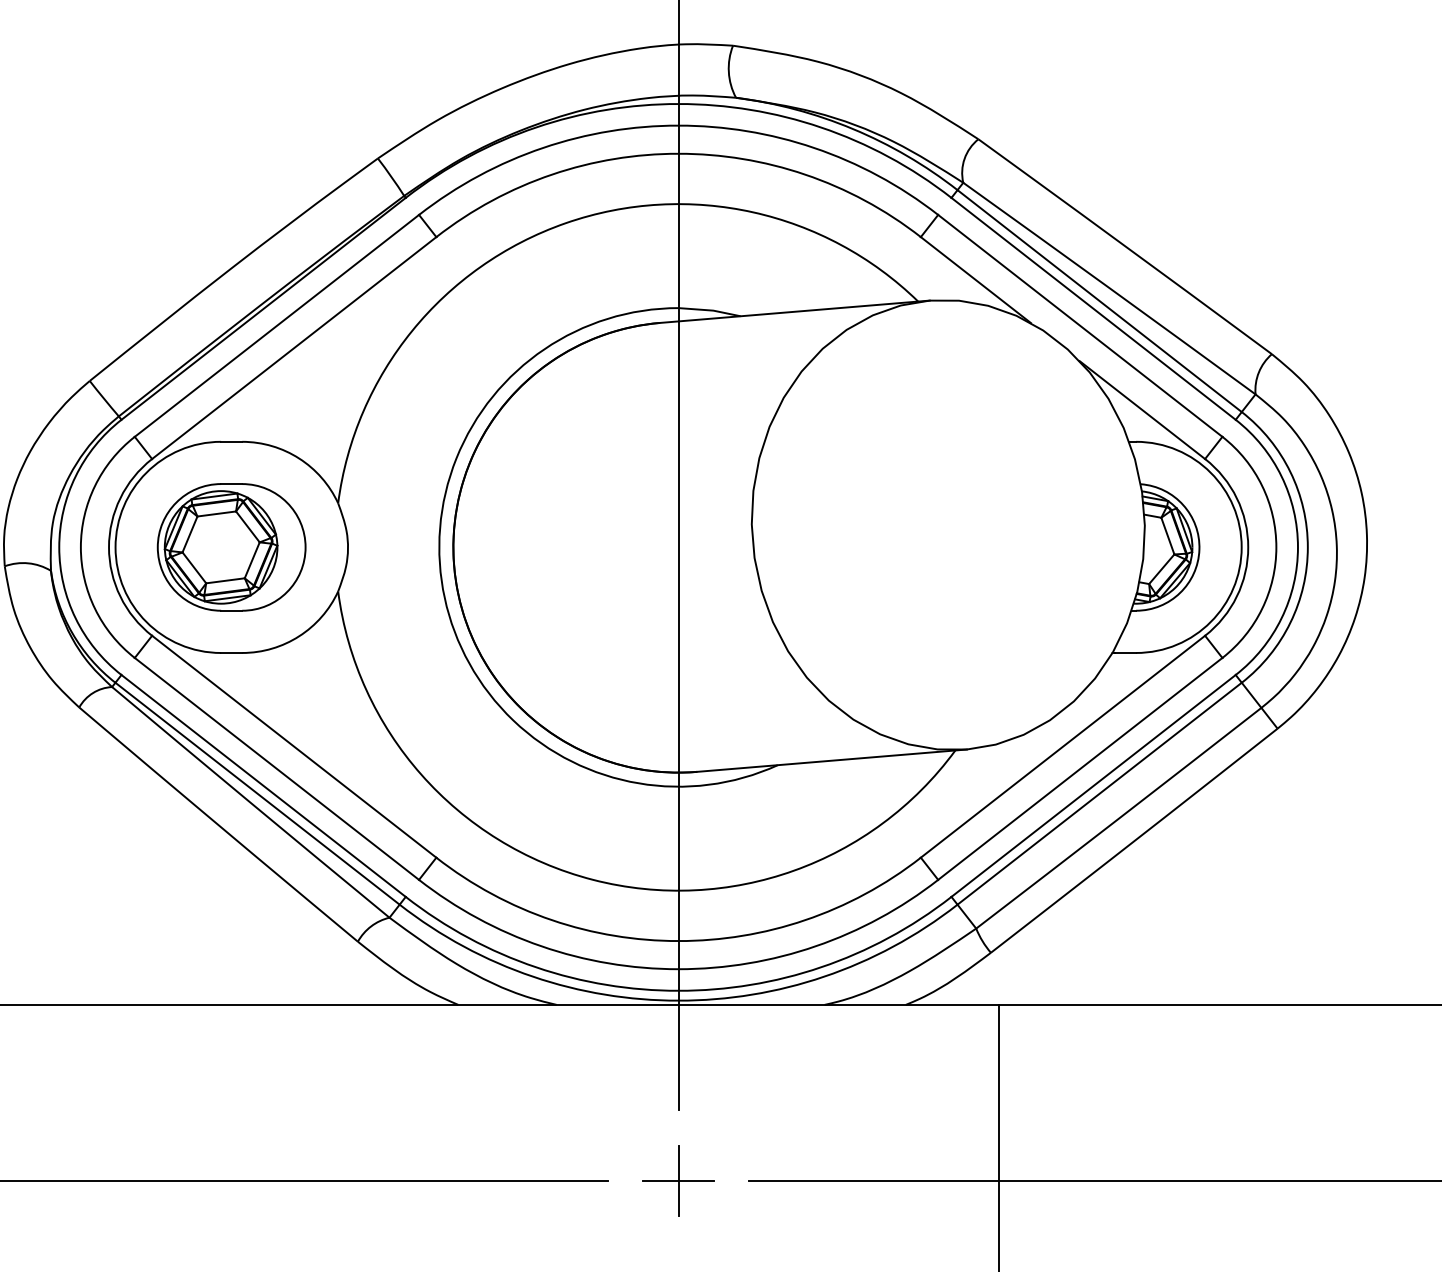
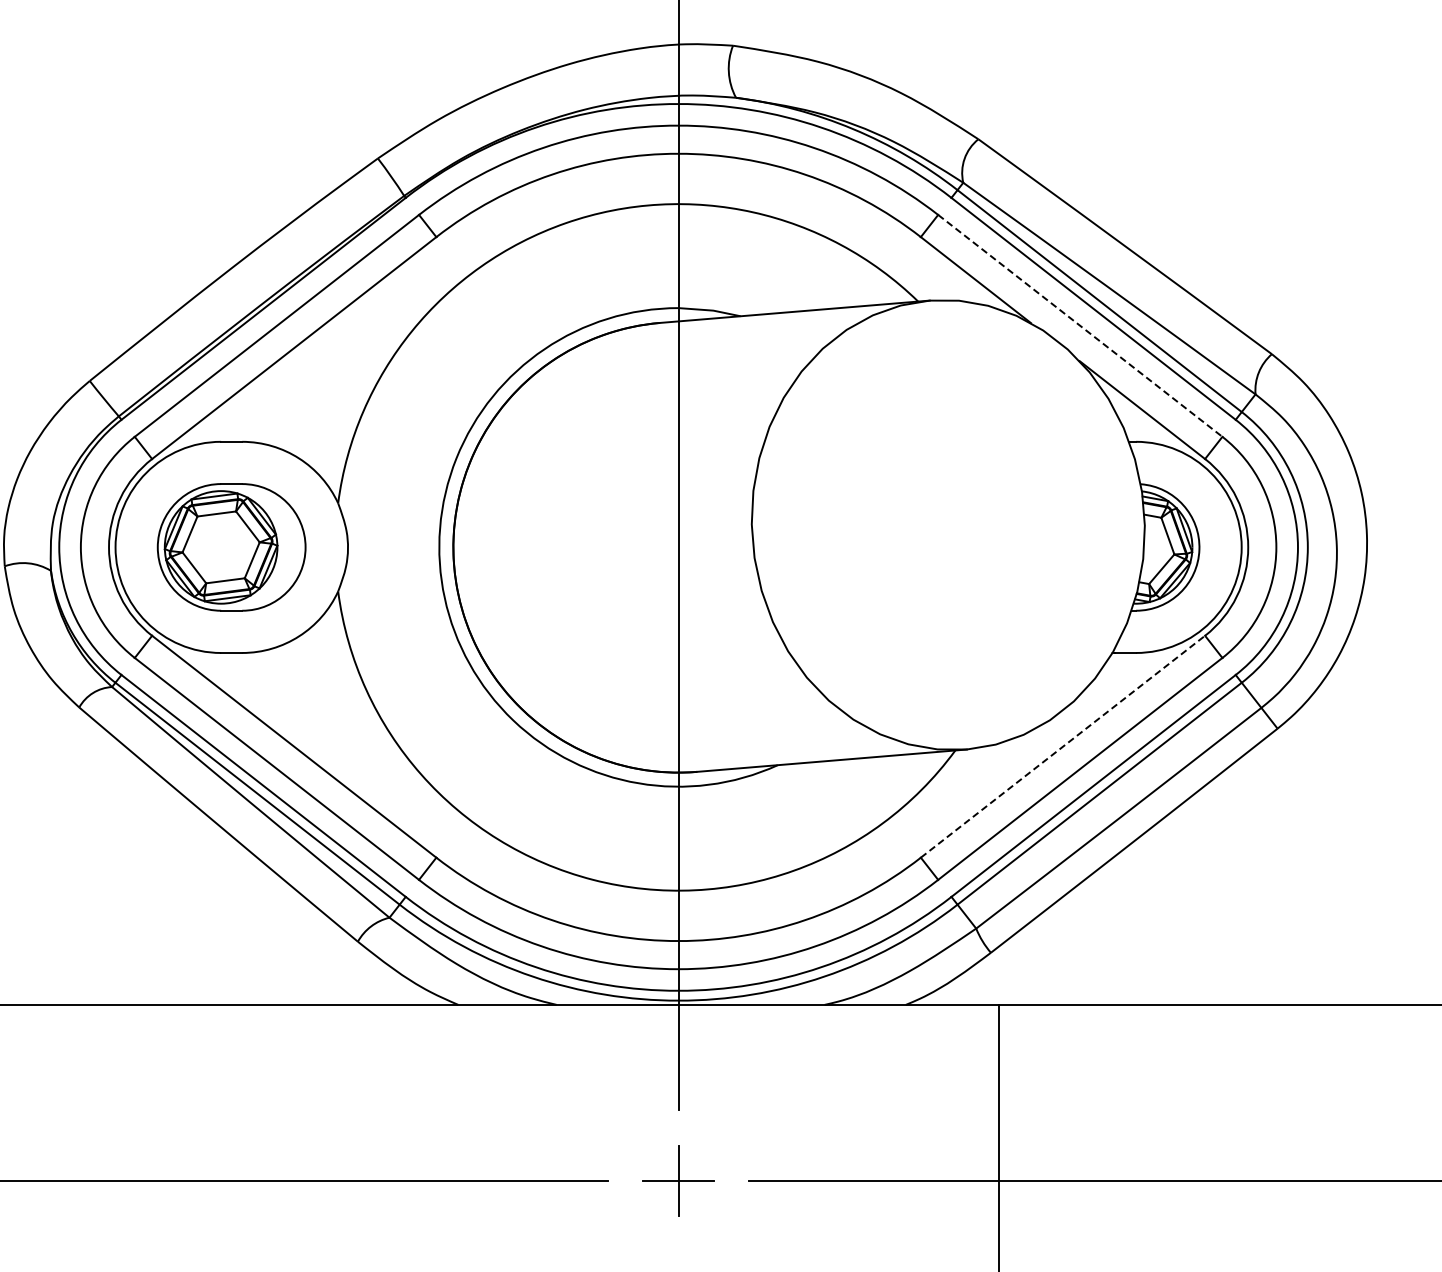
line at (1080, 326): solid -> dashed
line at (1063, 746): solid -> dashed
